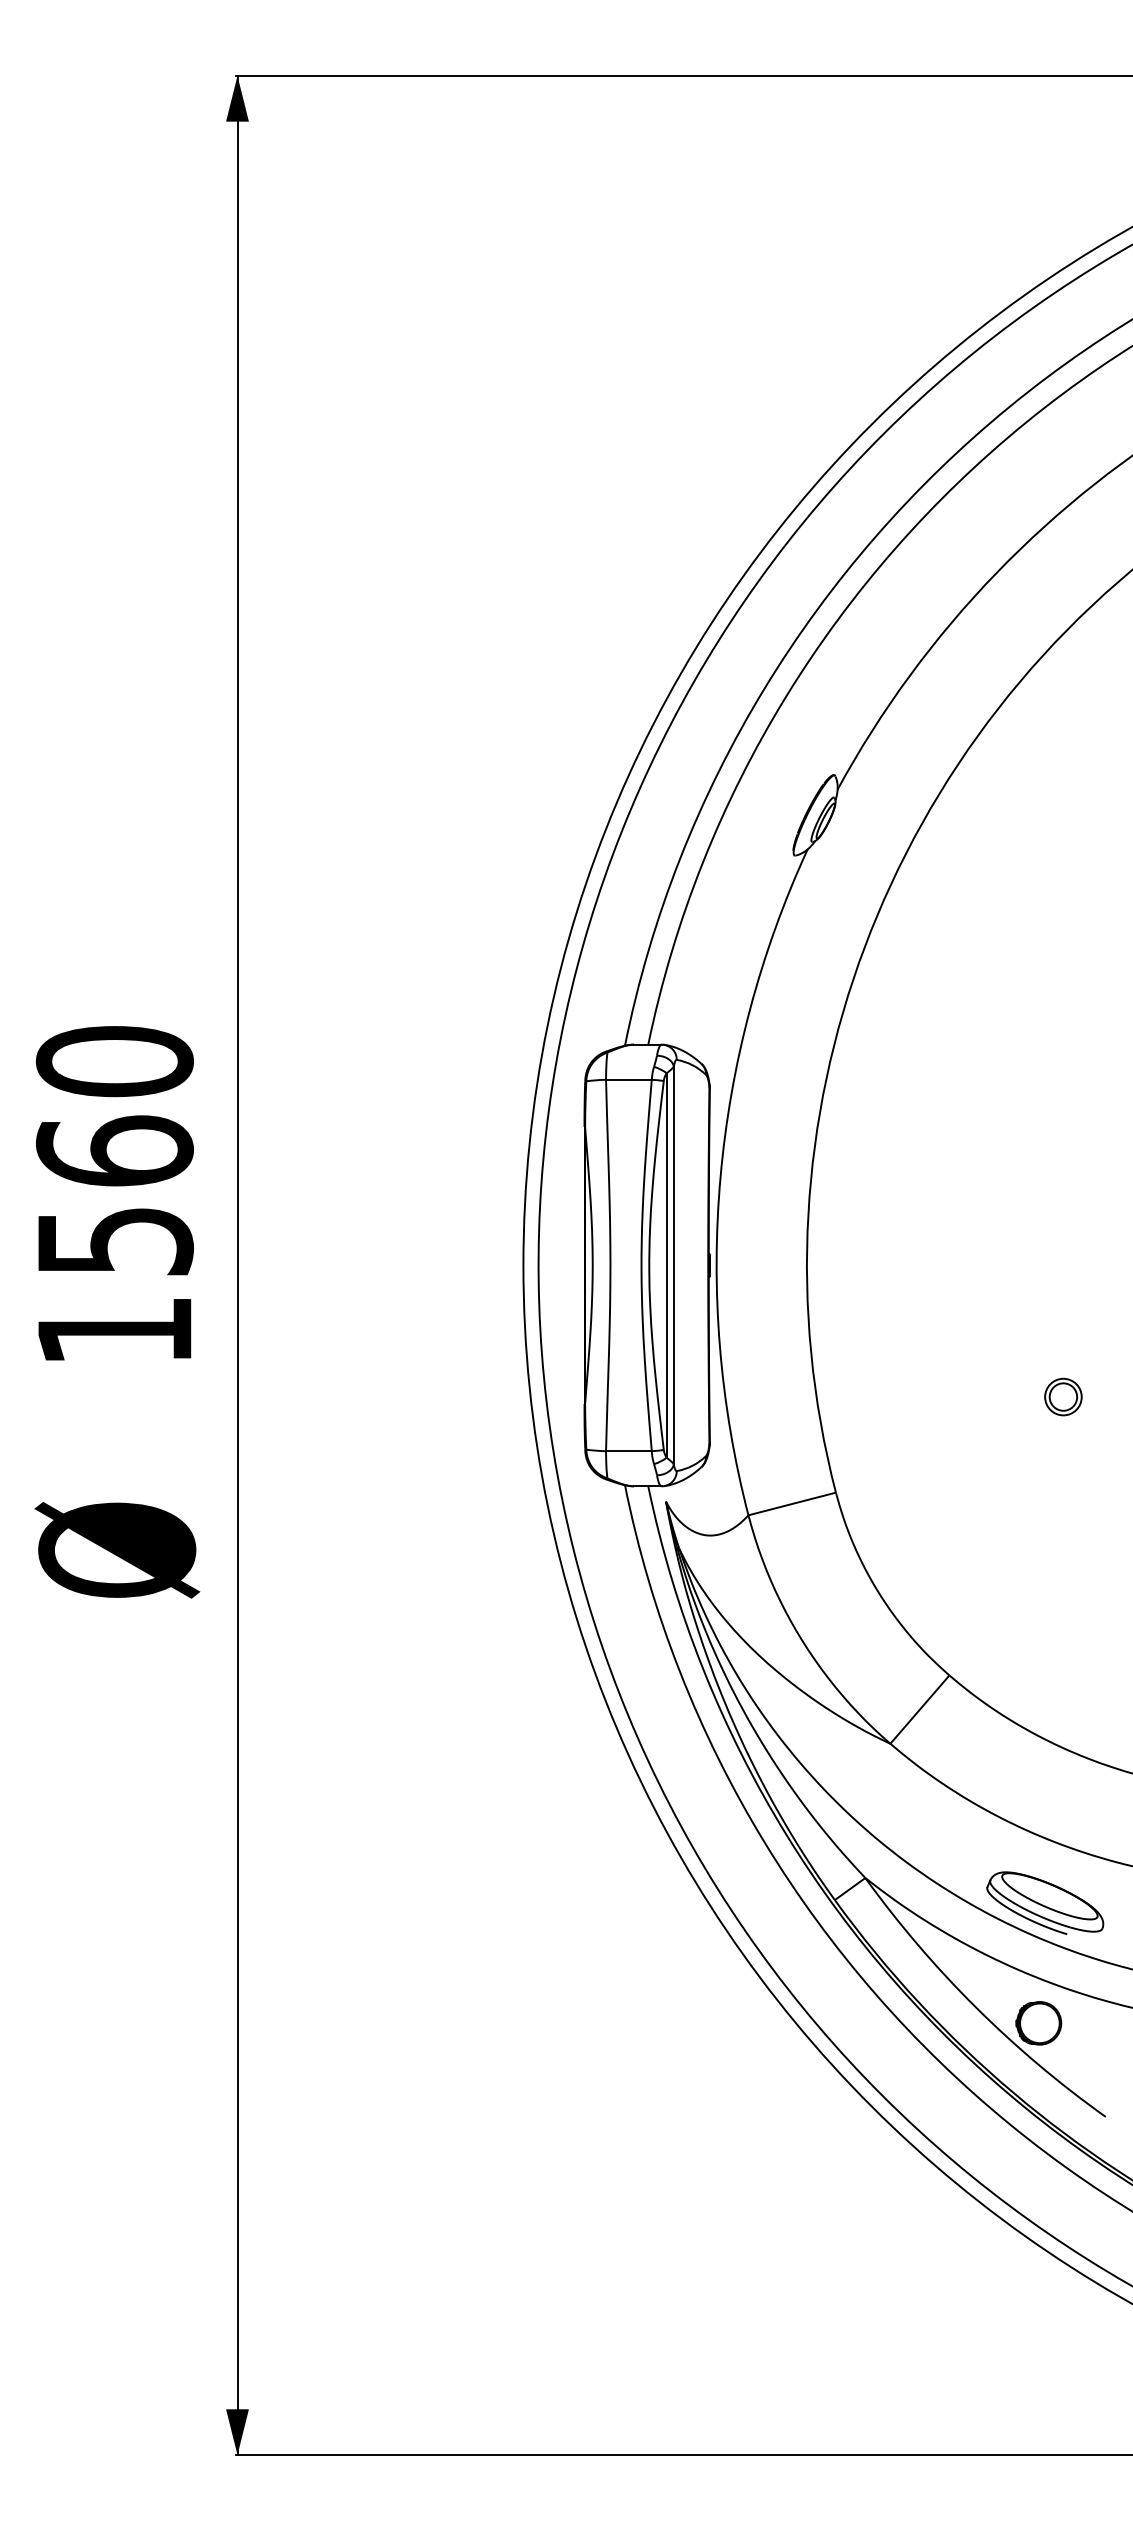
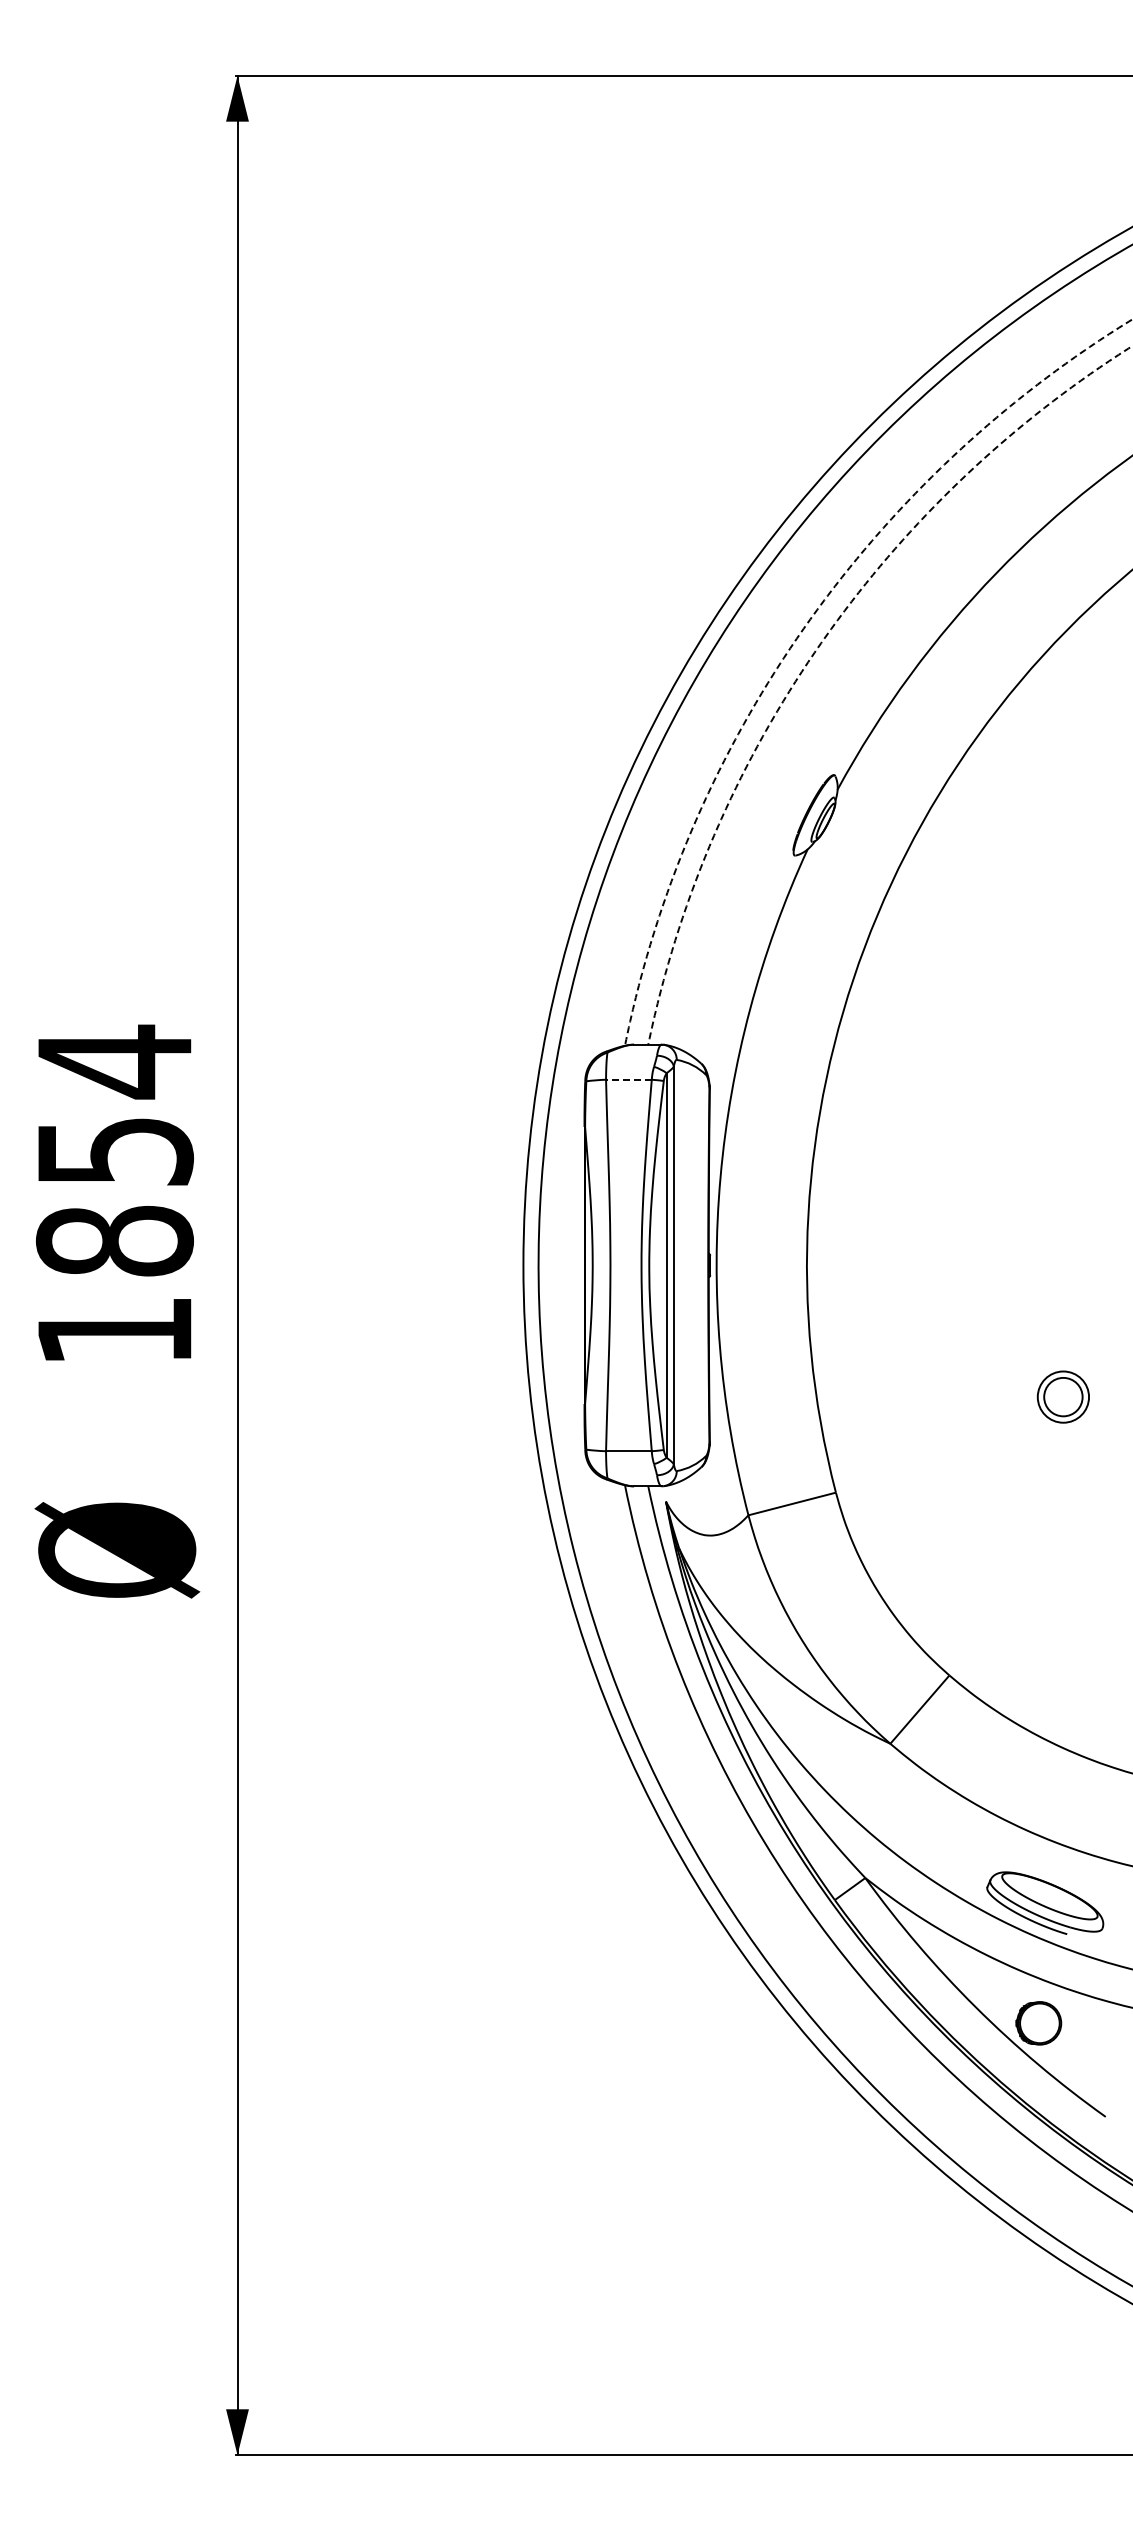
arc at (803, 628): solid -> dashed
arc at (816, 649): solid -> dashed
line at (628, 1079): solid -> dashed
text at (114, 1150): 1560 -> 1854
part at (1063, 1396) size: 39x40 px -> 54x54 px
